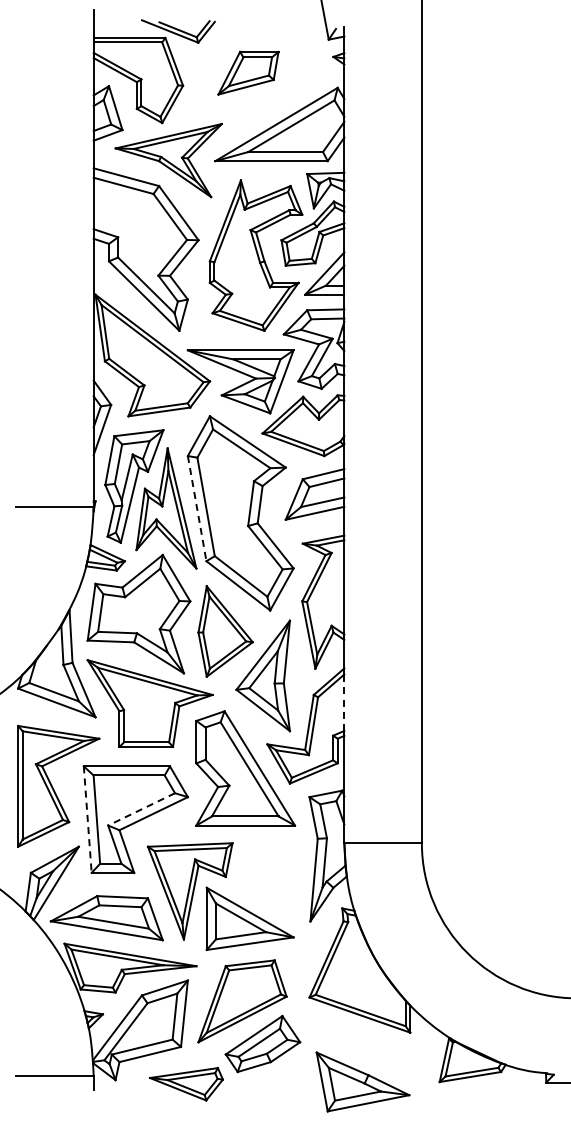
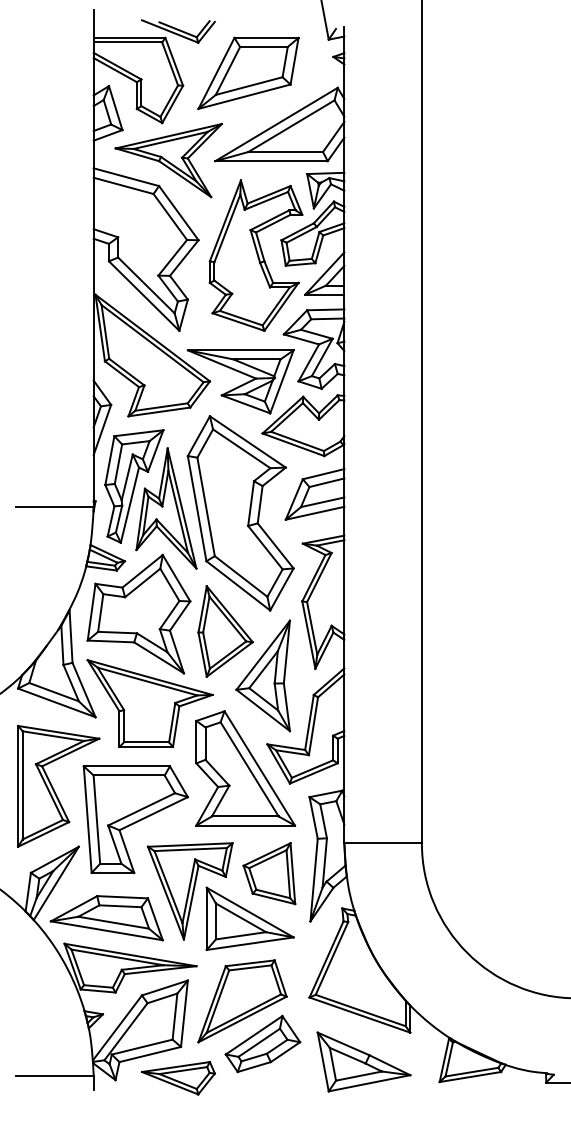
part at (248, 72) size: 63x46 px -> 103x74 px
line at (197, 509): dashed -> solid
line at (344, 702): dashed -> solid
line at (141, 809): dashed -> solid
line at (87, 820): dashed -> solid
part at (269, 873): none -> present
part at (362, 1081) position: (362, 1081) -> (363, 1061)
part at (186, 1084) position: (186, 1084) -> (178, 1078)
